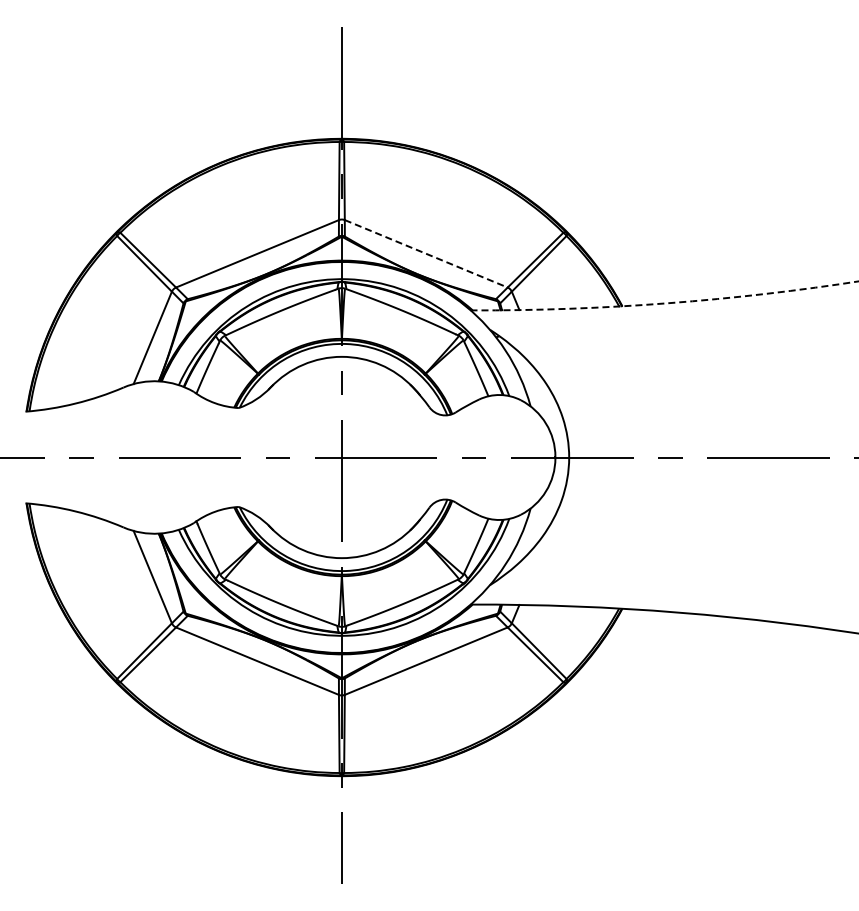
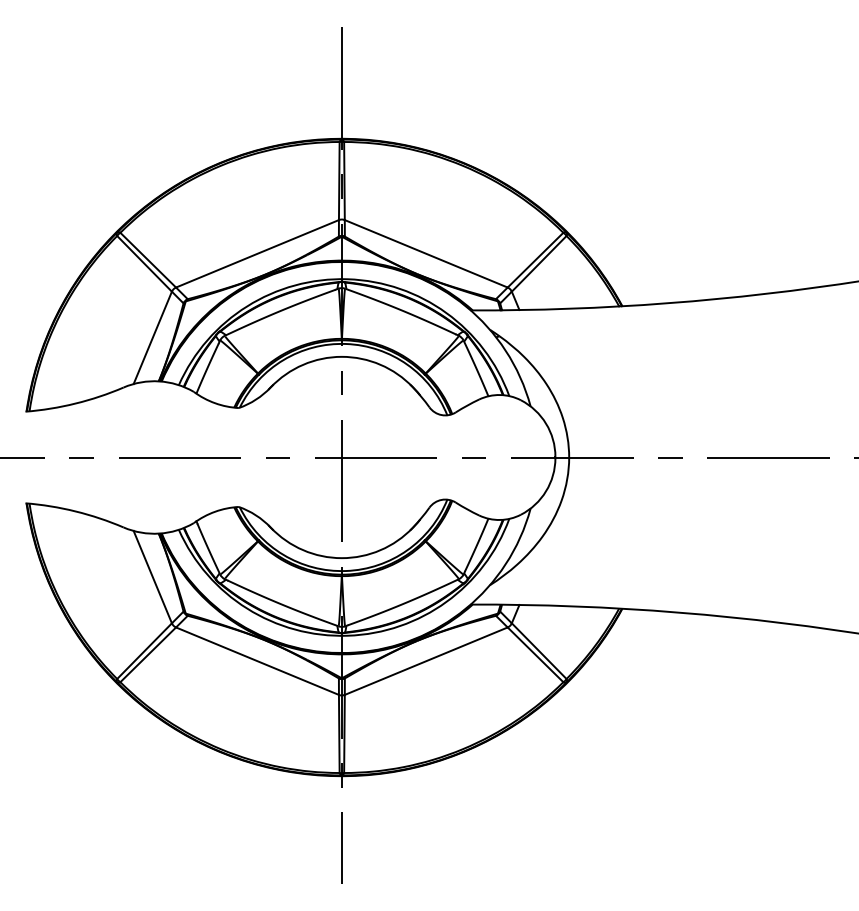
line at (426, 254): dashed -> solid
arc at (665, 303): dashed -> solid
